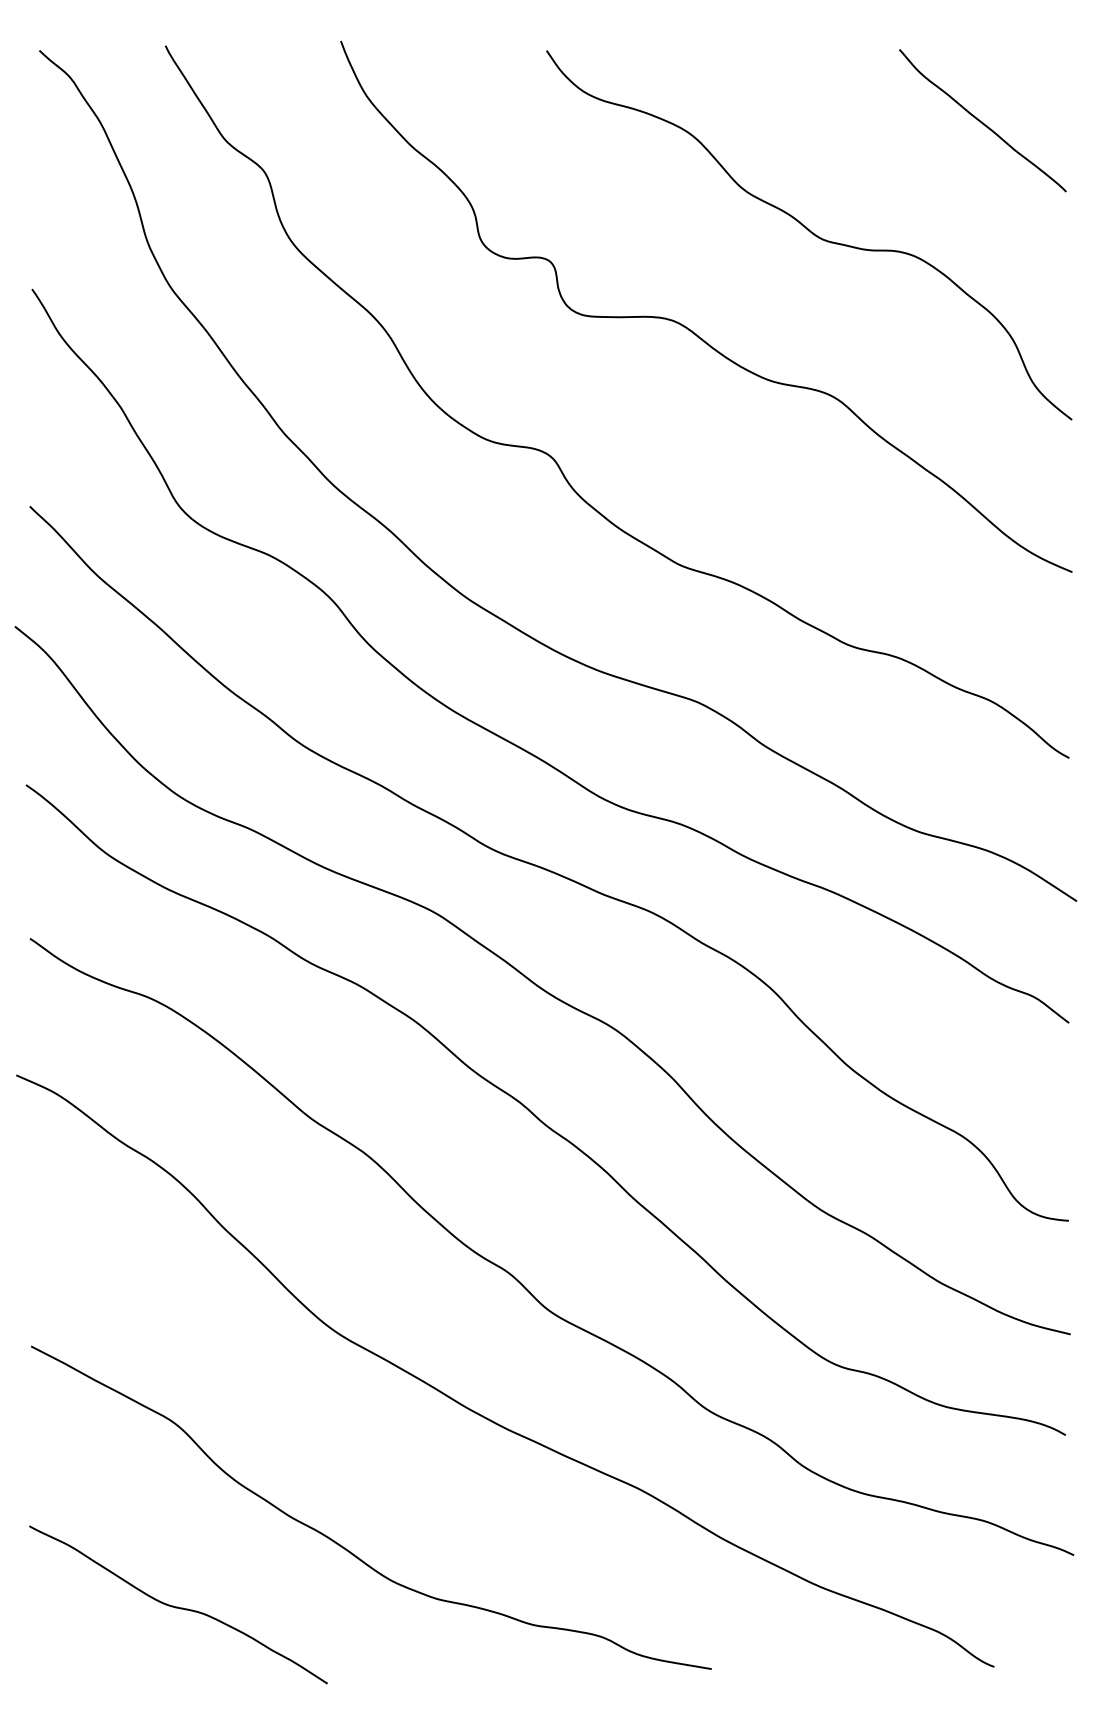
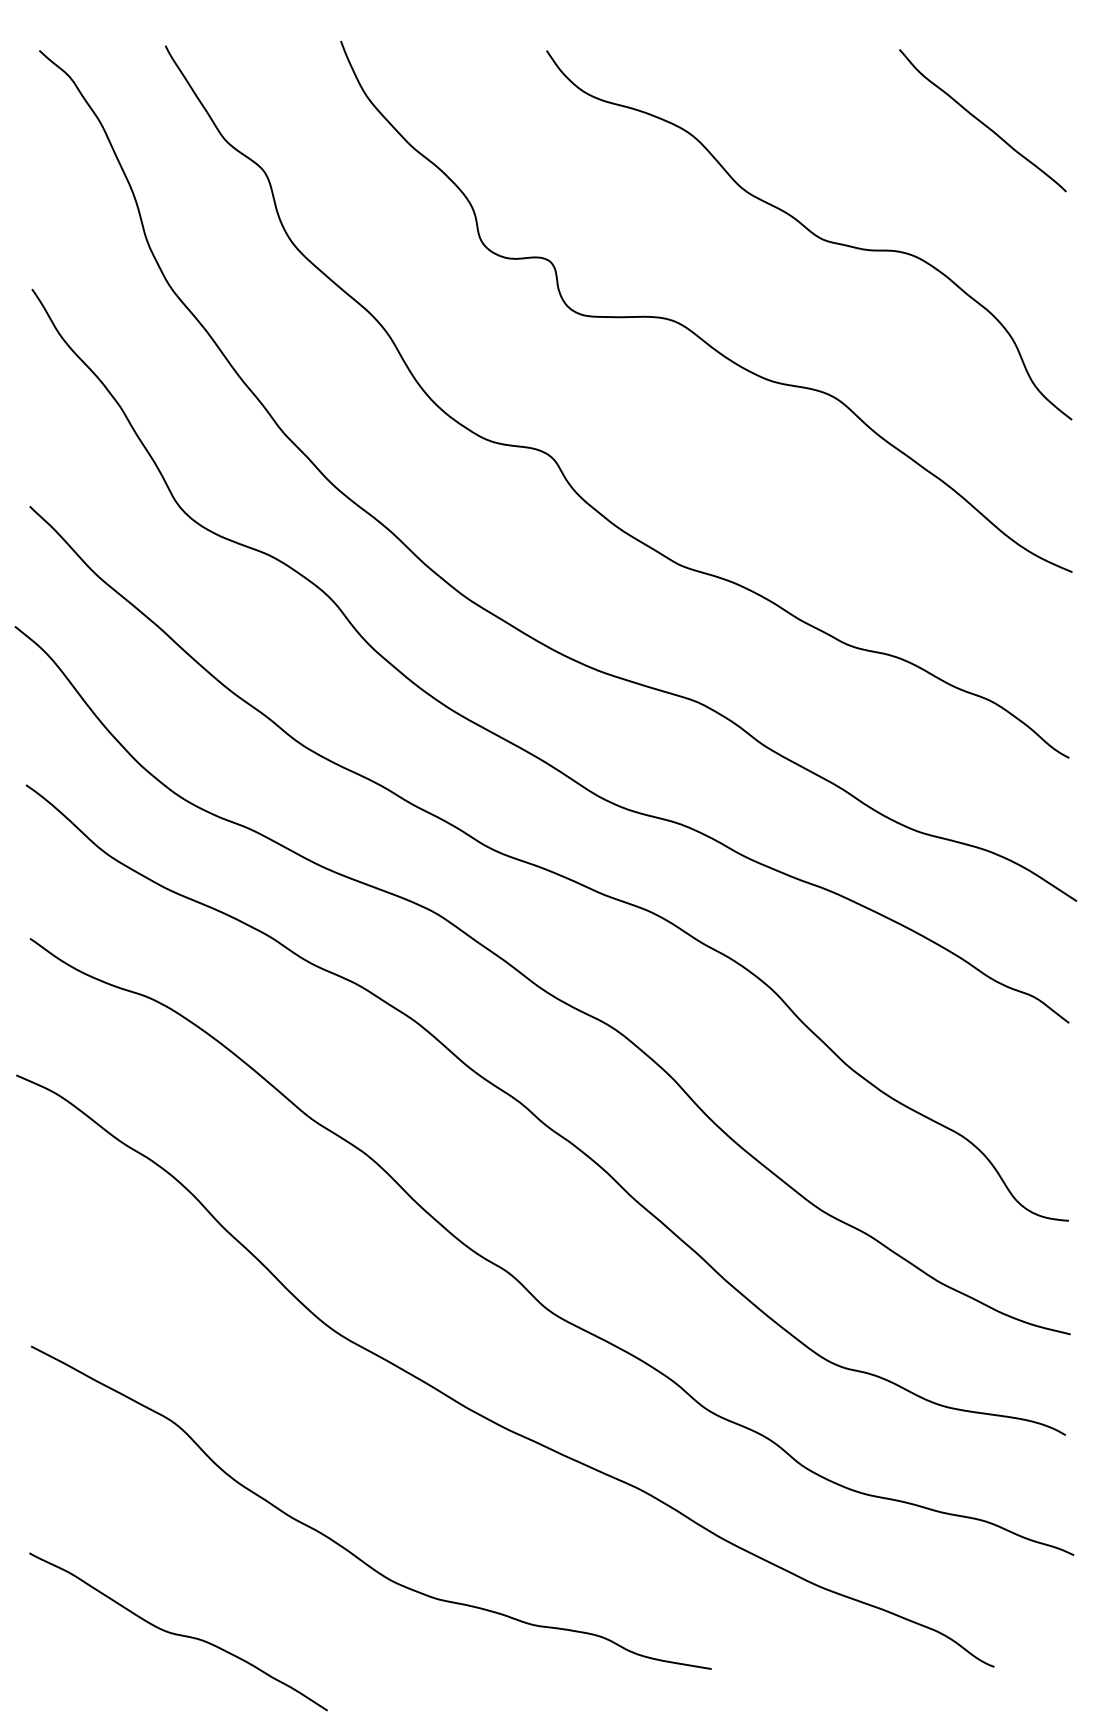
curve at (177, 1606) position: (177, 1606) -> (177, 1633)
